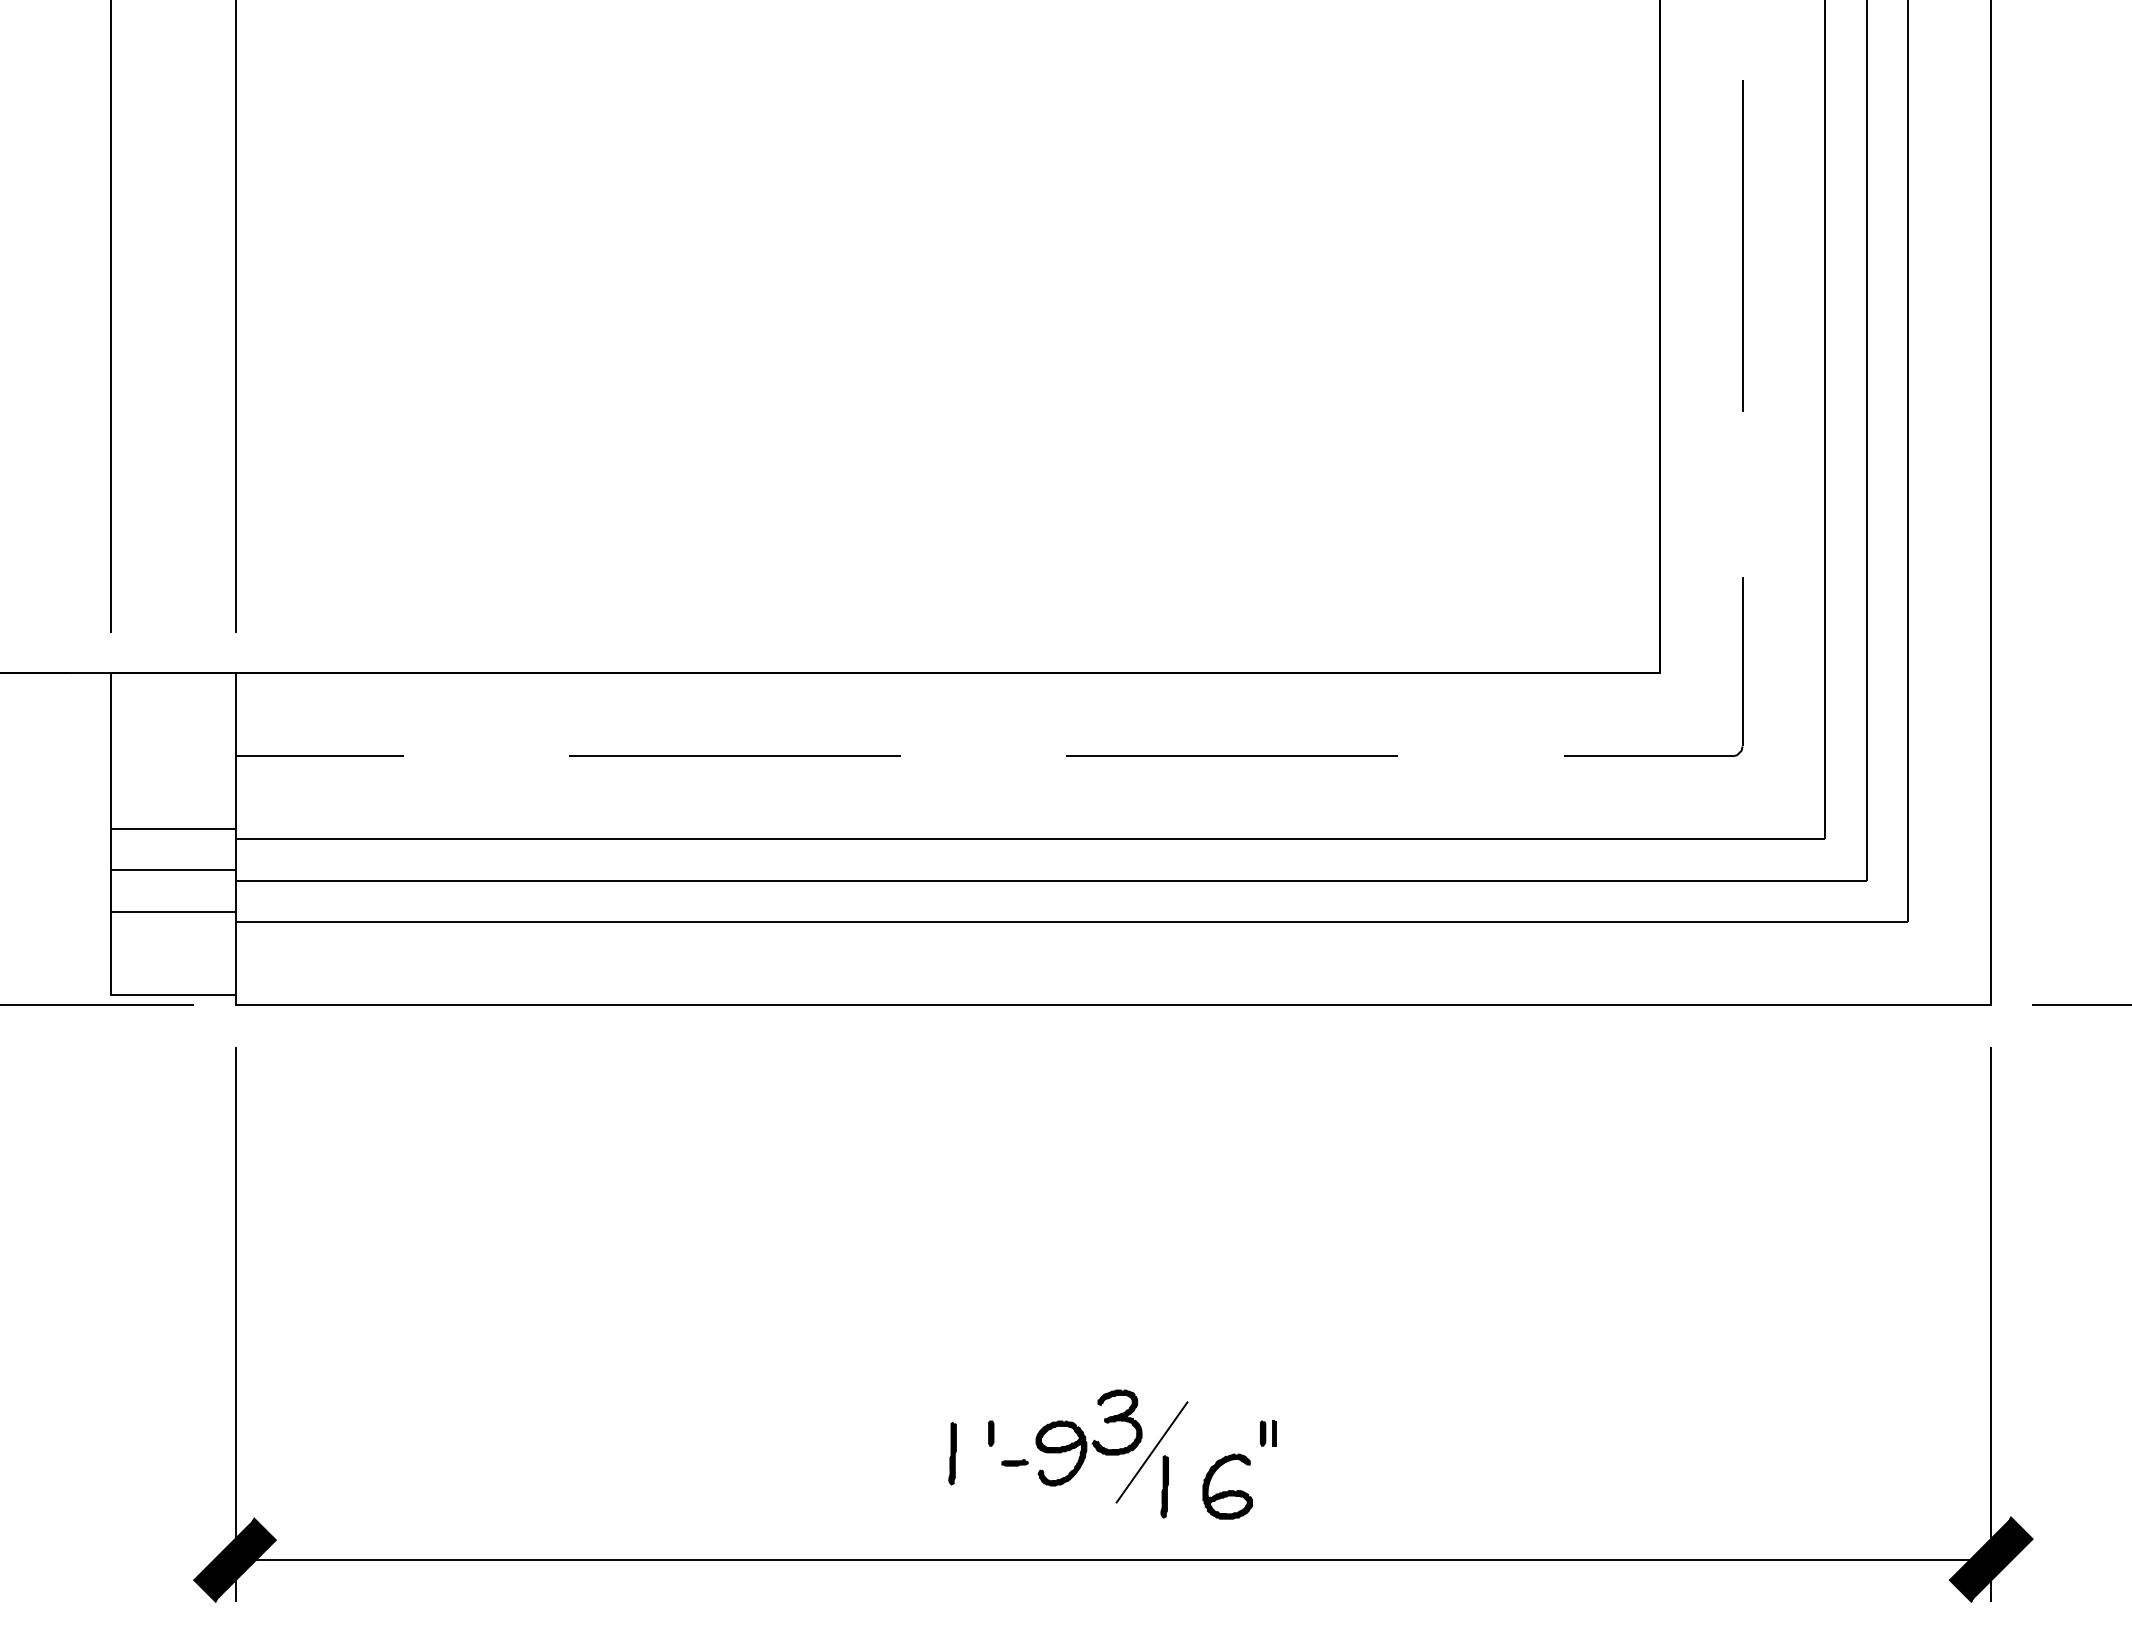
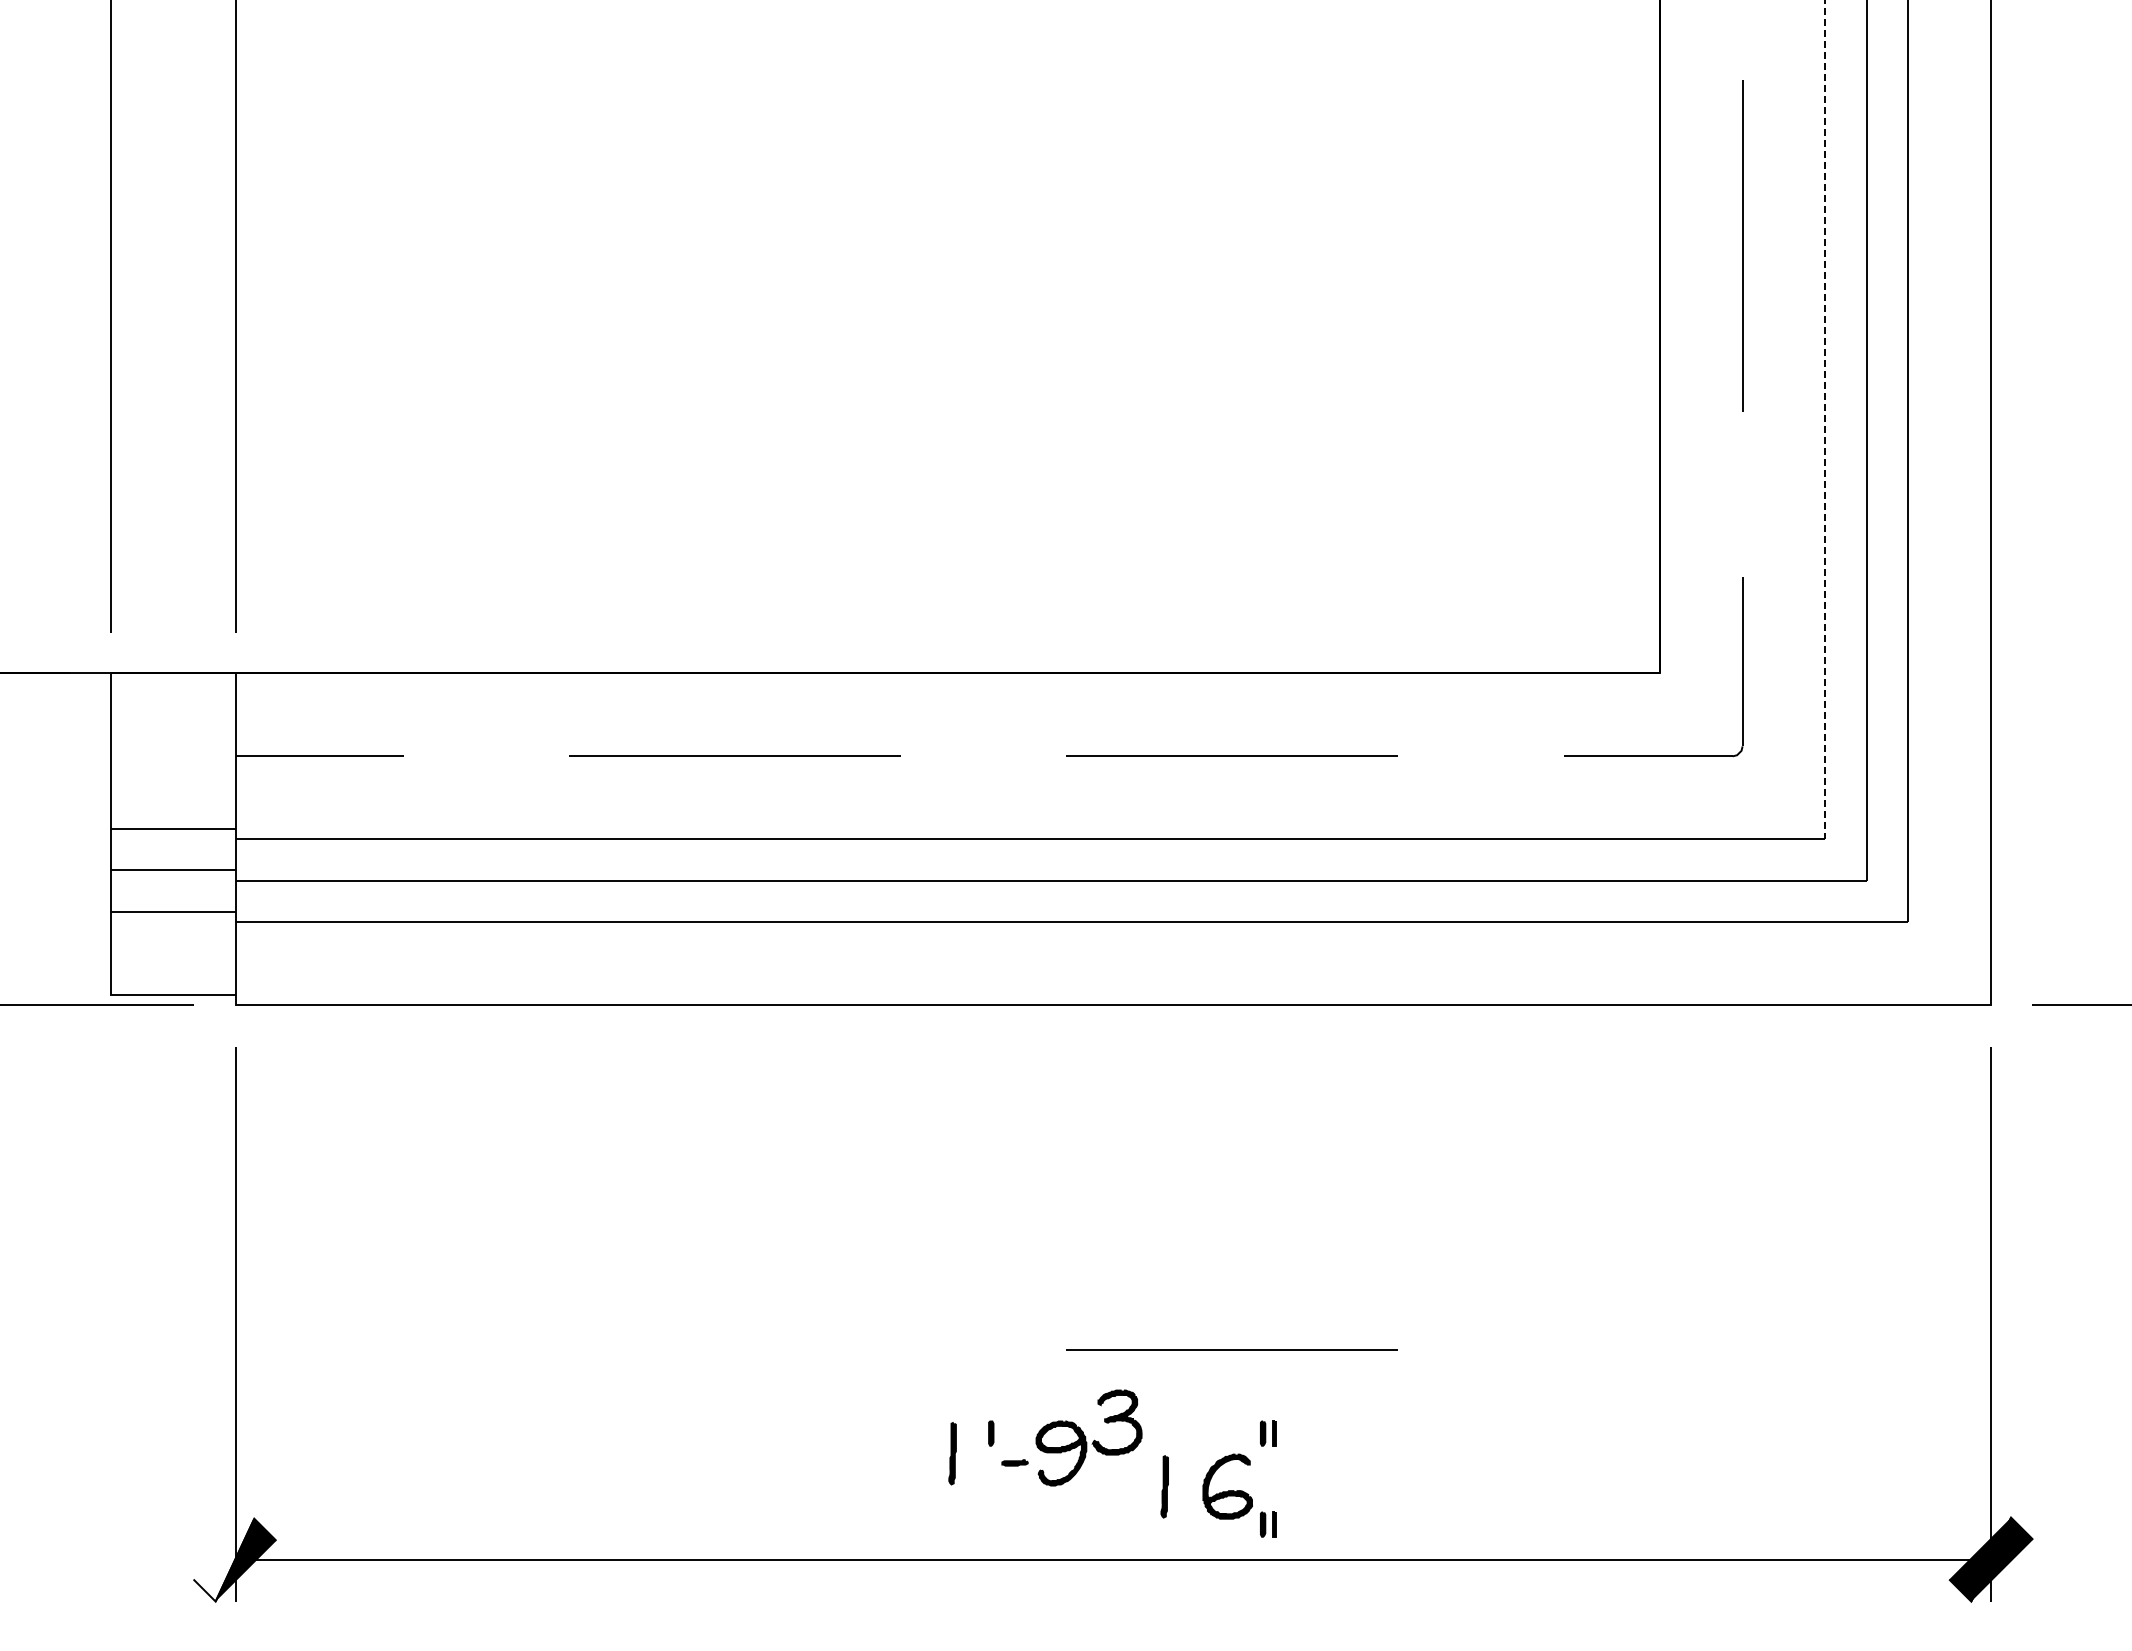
line at (1825, 420): solid -> dashed
line at (1231, 1349): none -> present
line at (1151, 1452): present -> none
part at (1268, 1524): none -> present
fill at (223, 1559): present -> none
